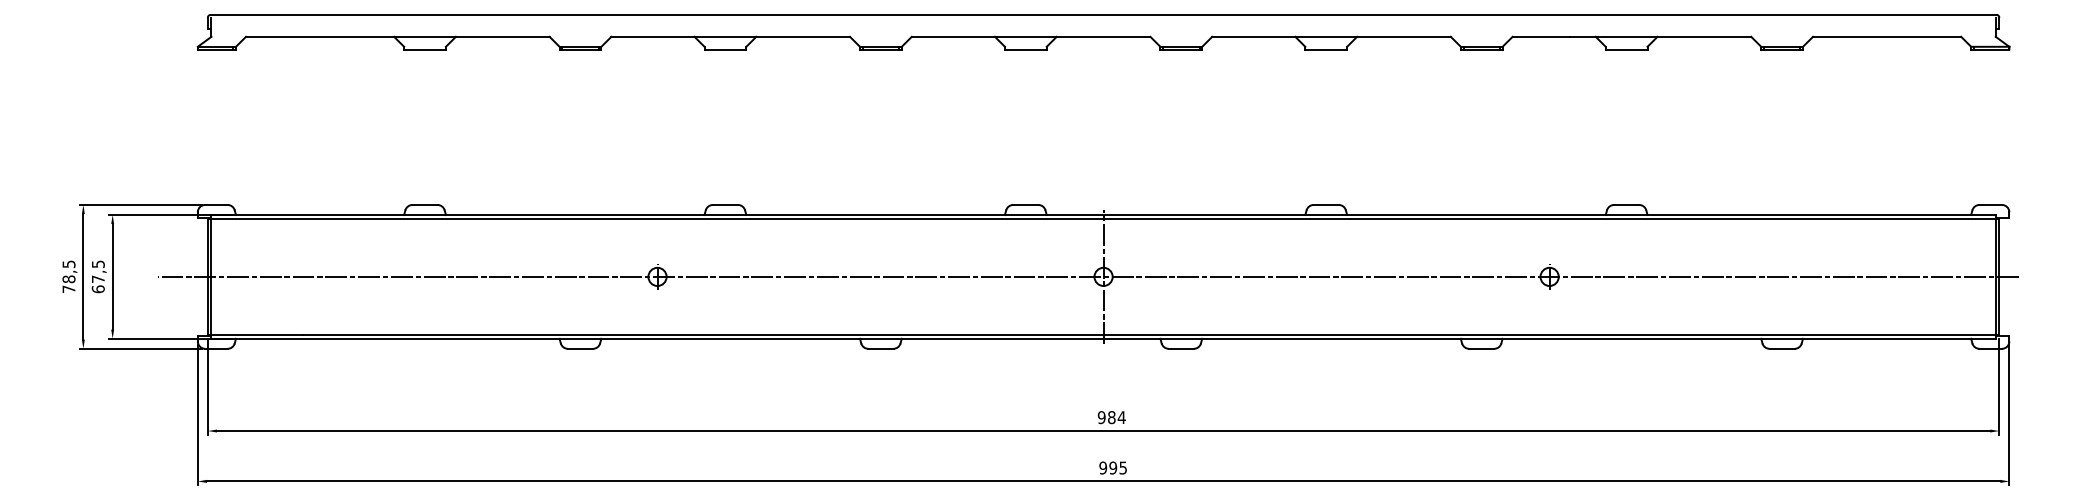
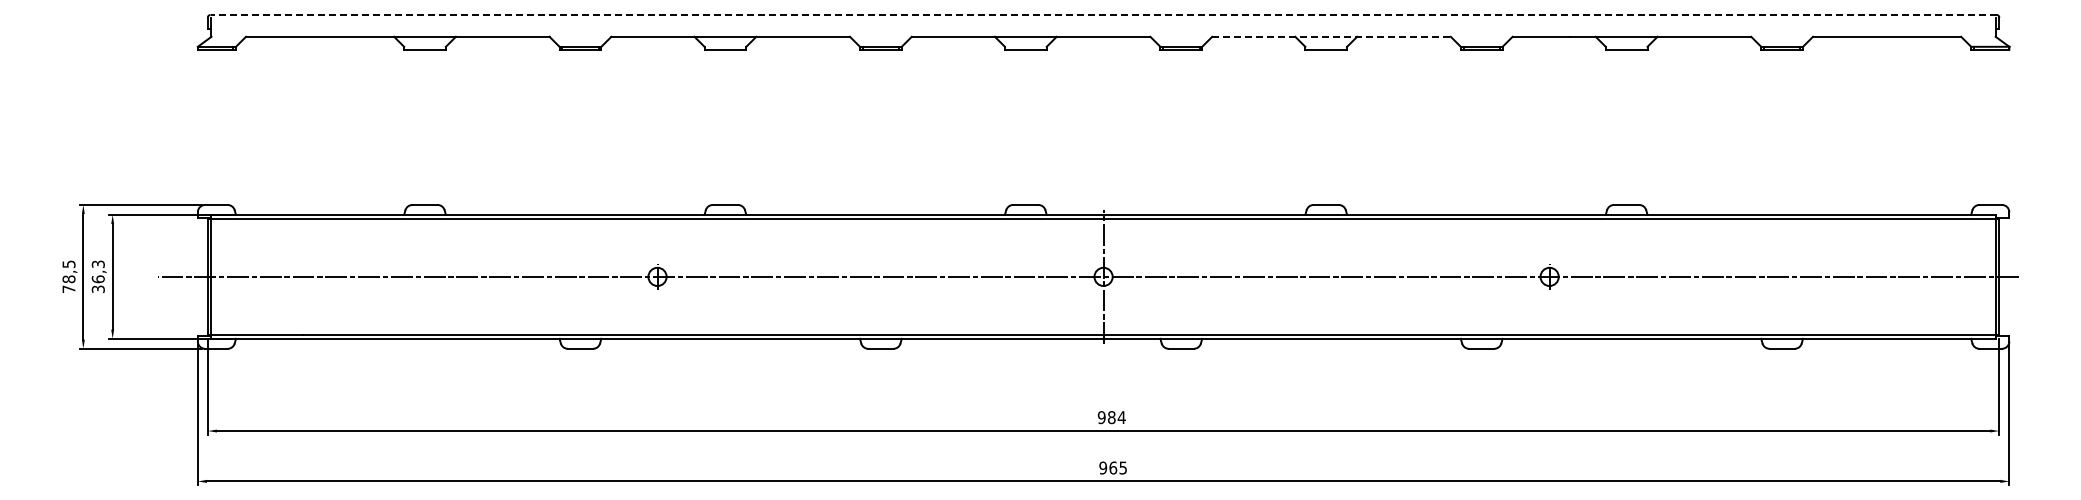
line at (1103, 14): solid -> dashed
line at (1332, 36): solid -> dashed
text at (97, 276): 67,5 -> 36,3
text at (1113, 467): 995 -> 965
